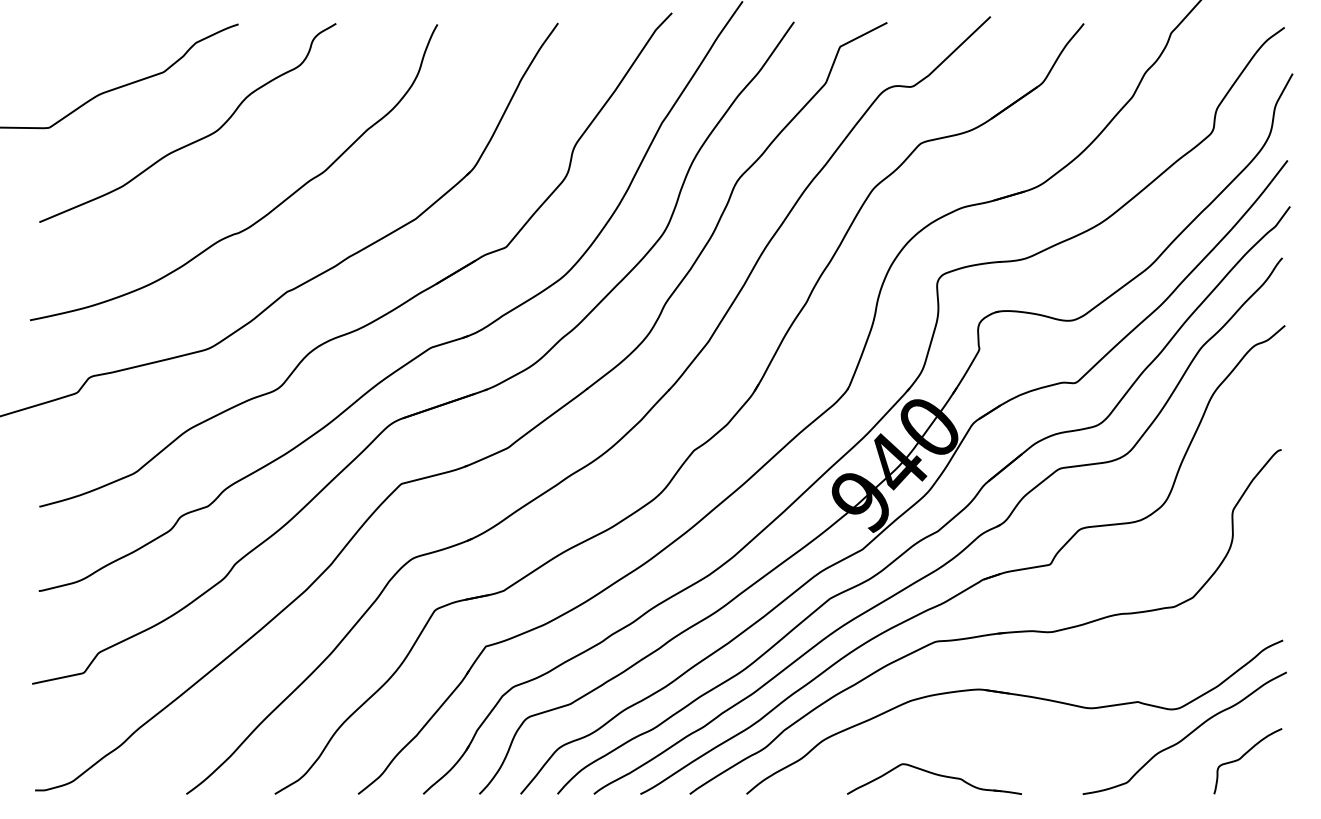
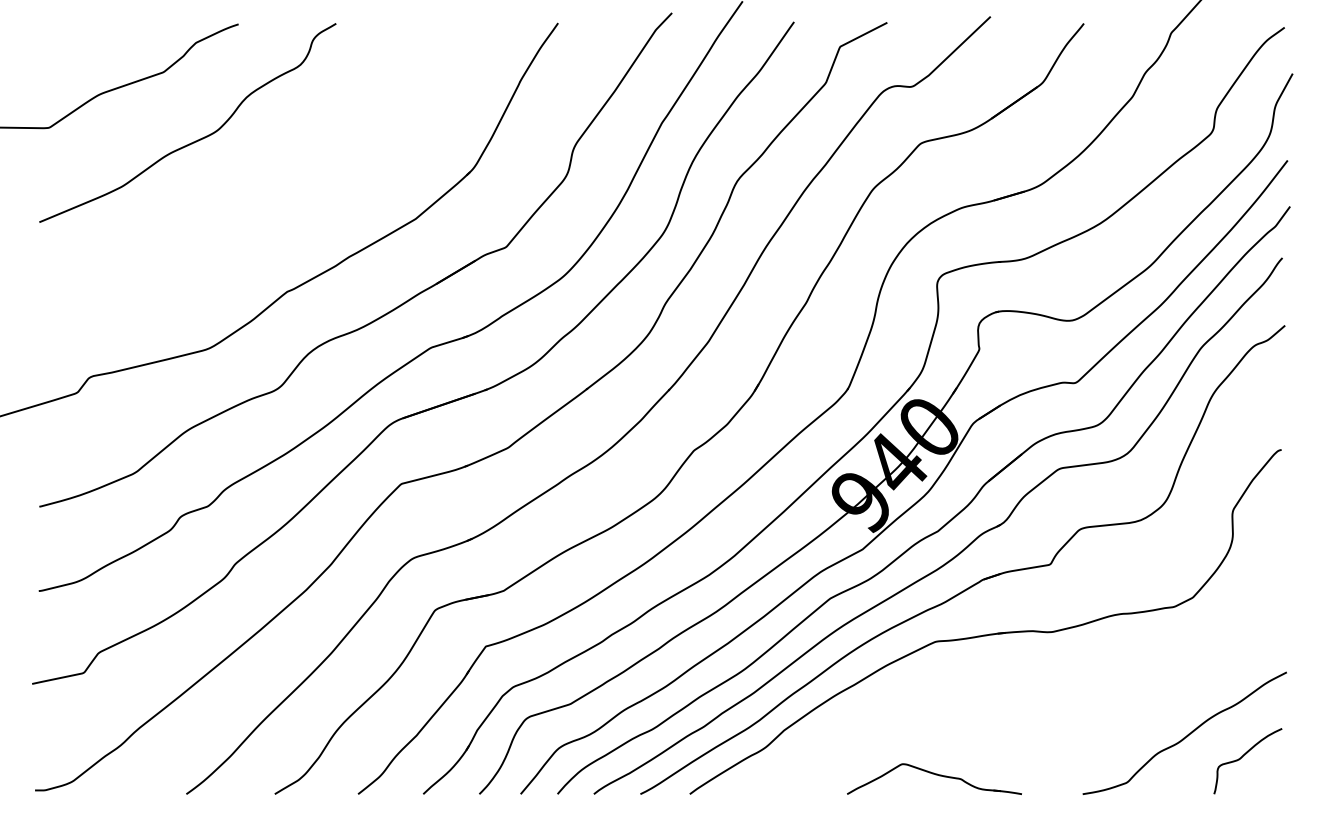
curve at (265, 214): present -> none
part at (1020, 696): present -> none
